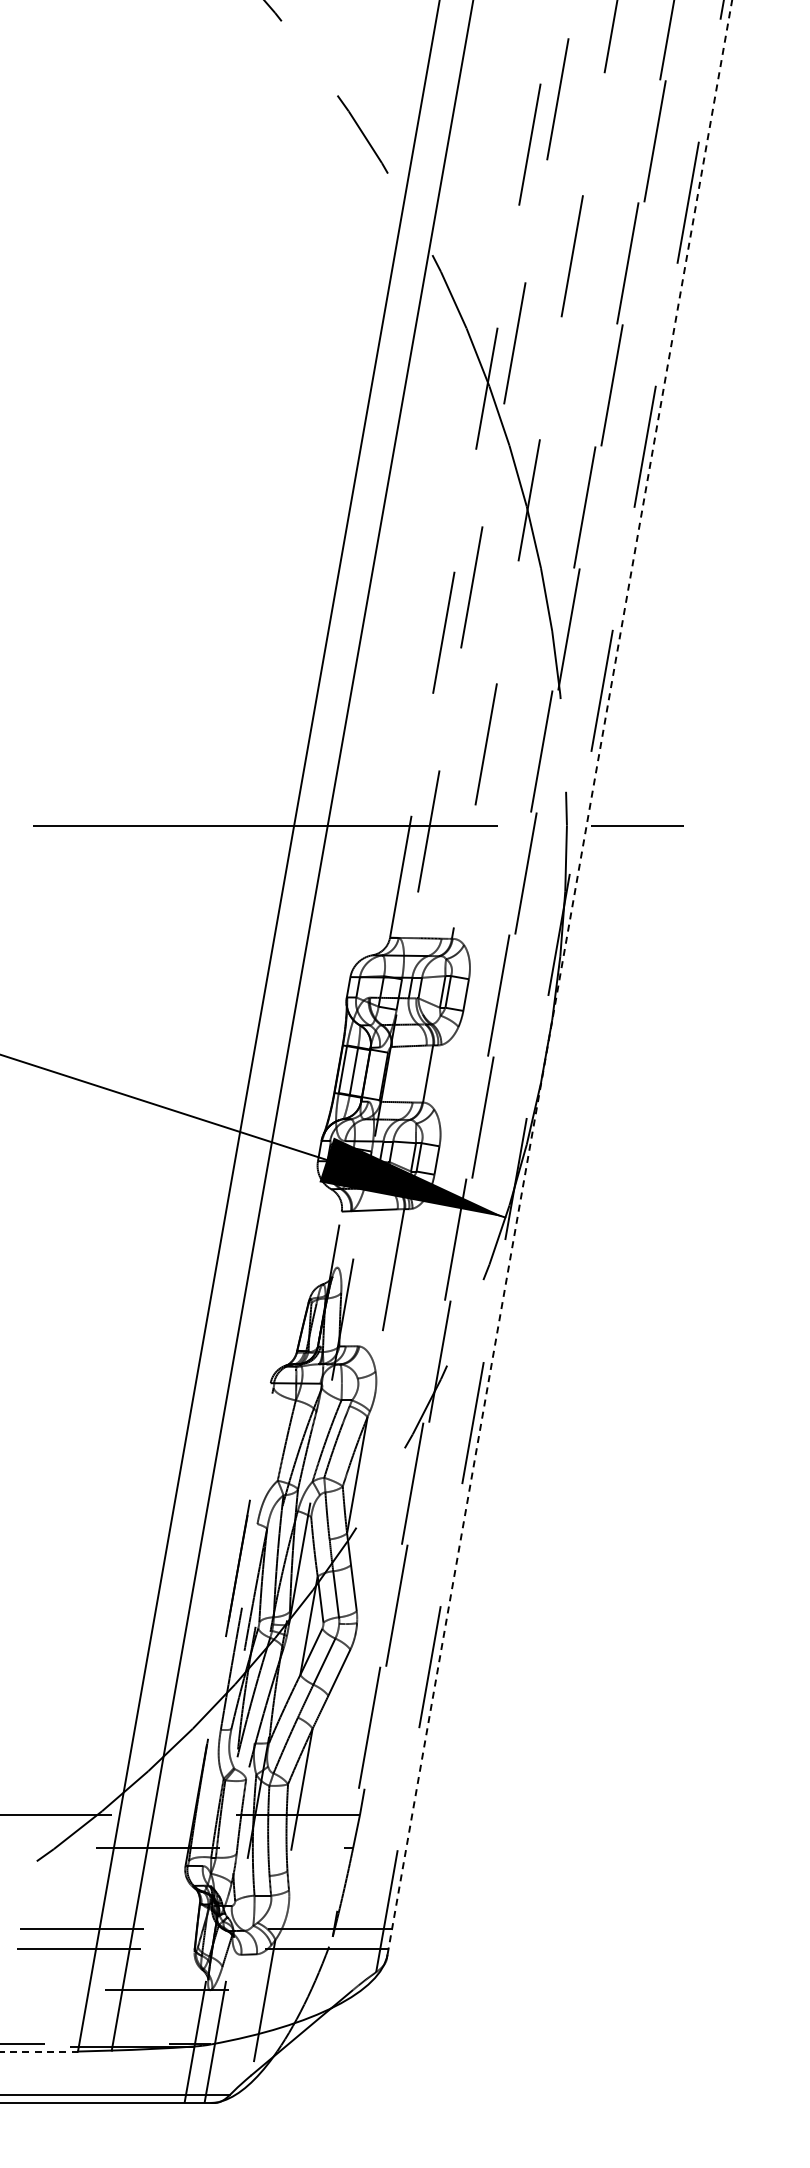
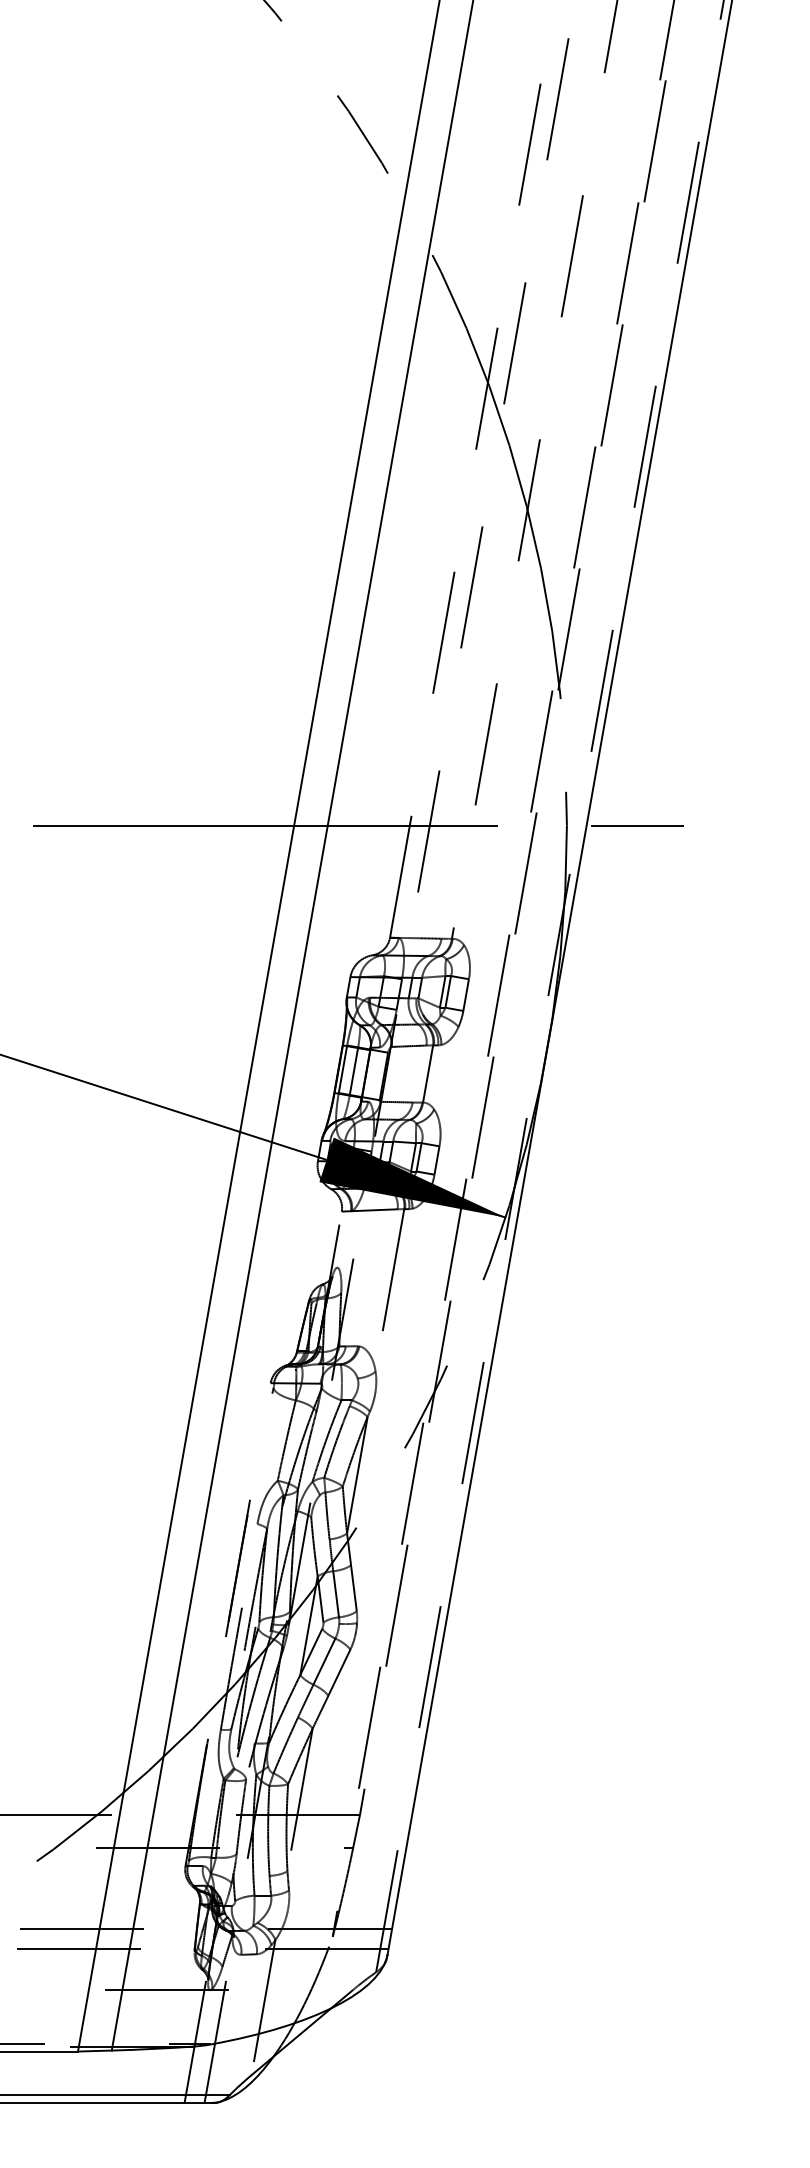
line at (559, 976): dashed -> solid
line at (39, 2051): dashed -> solid
